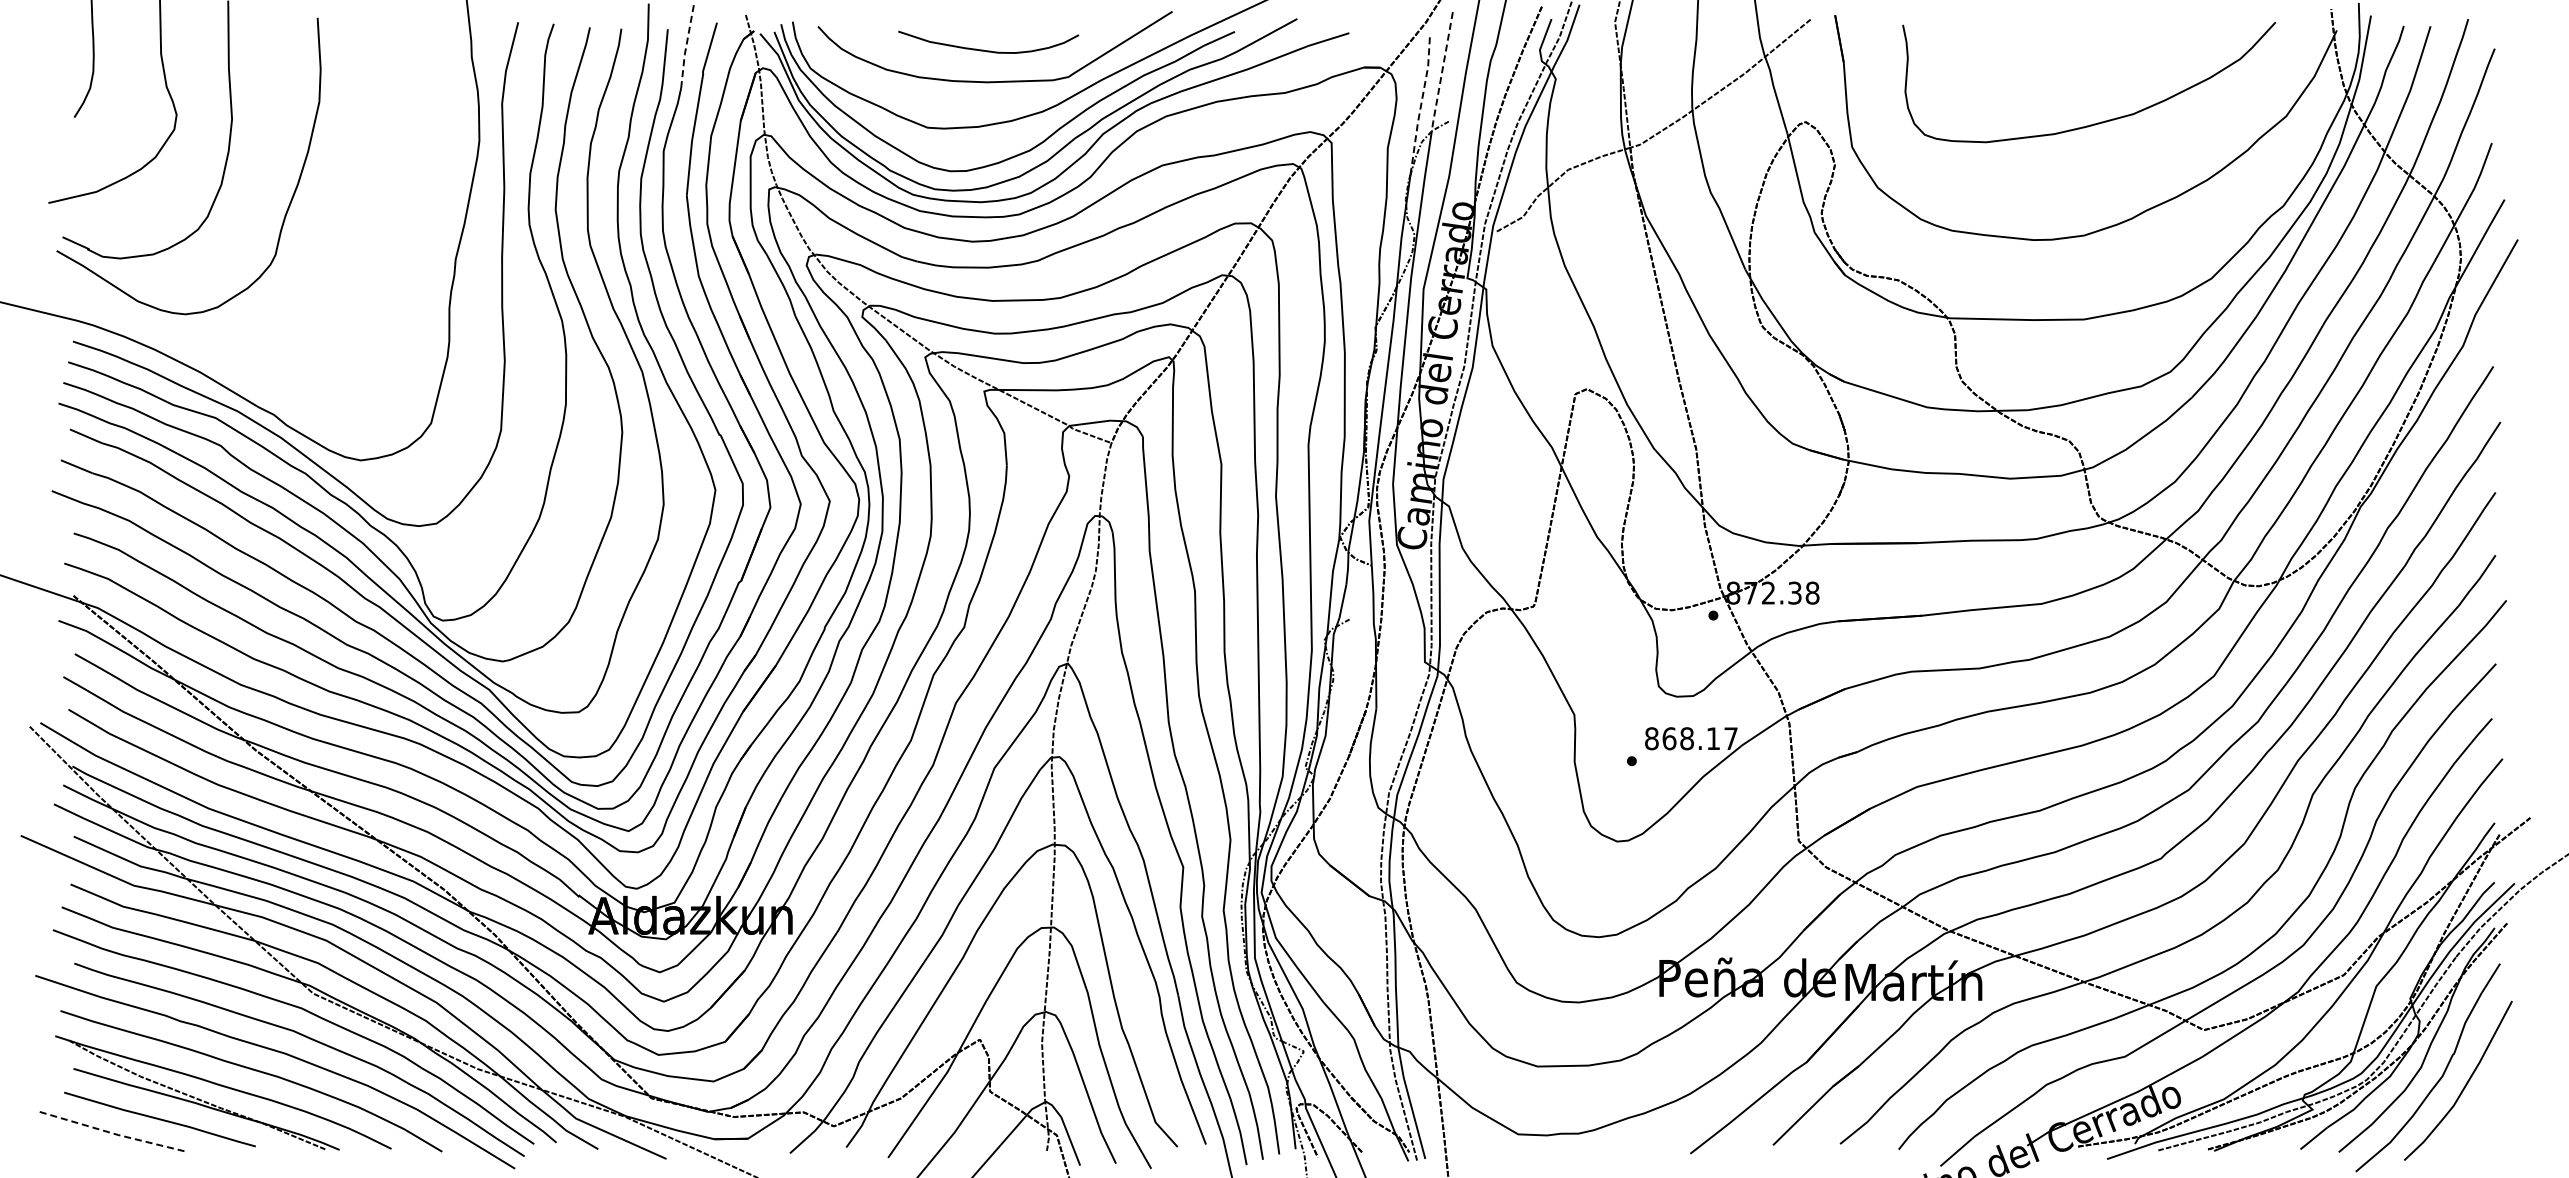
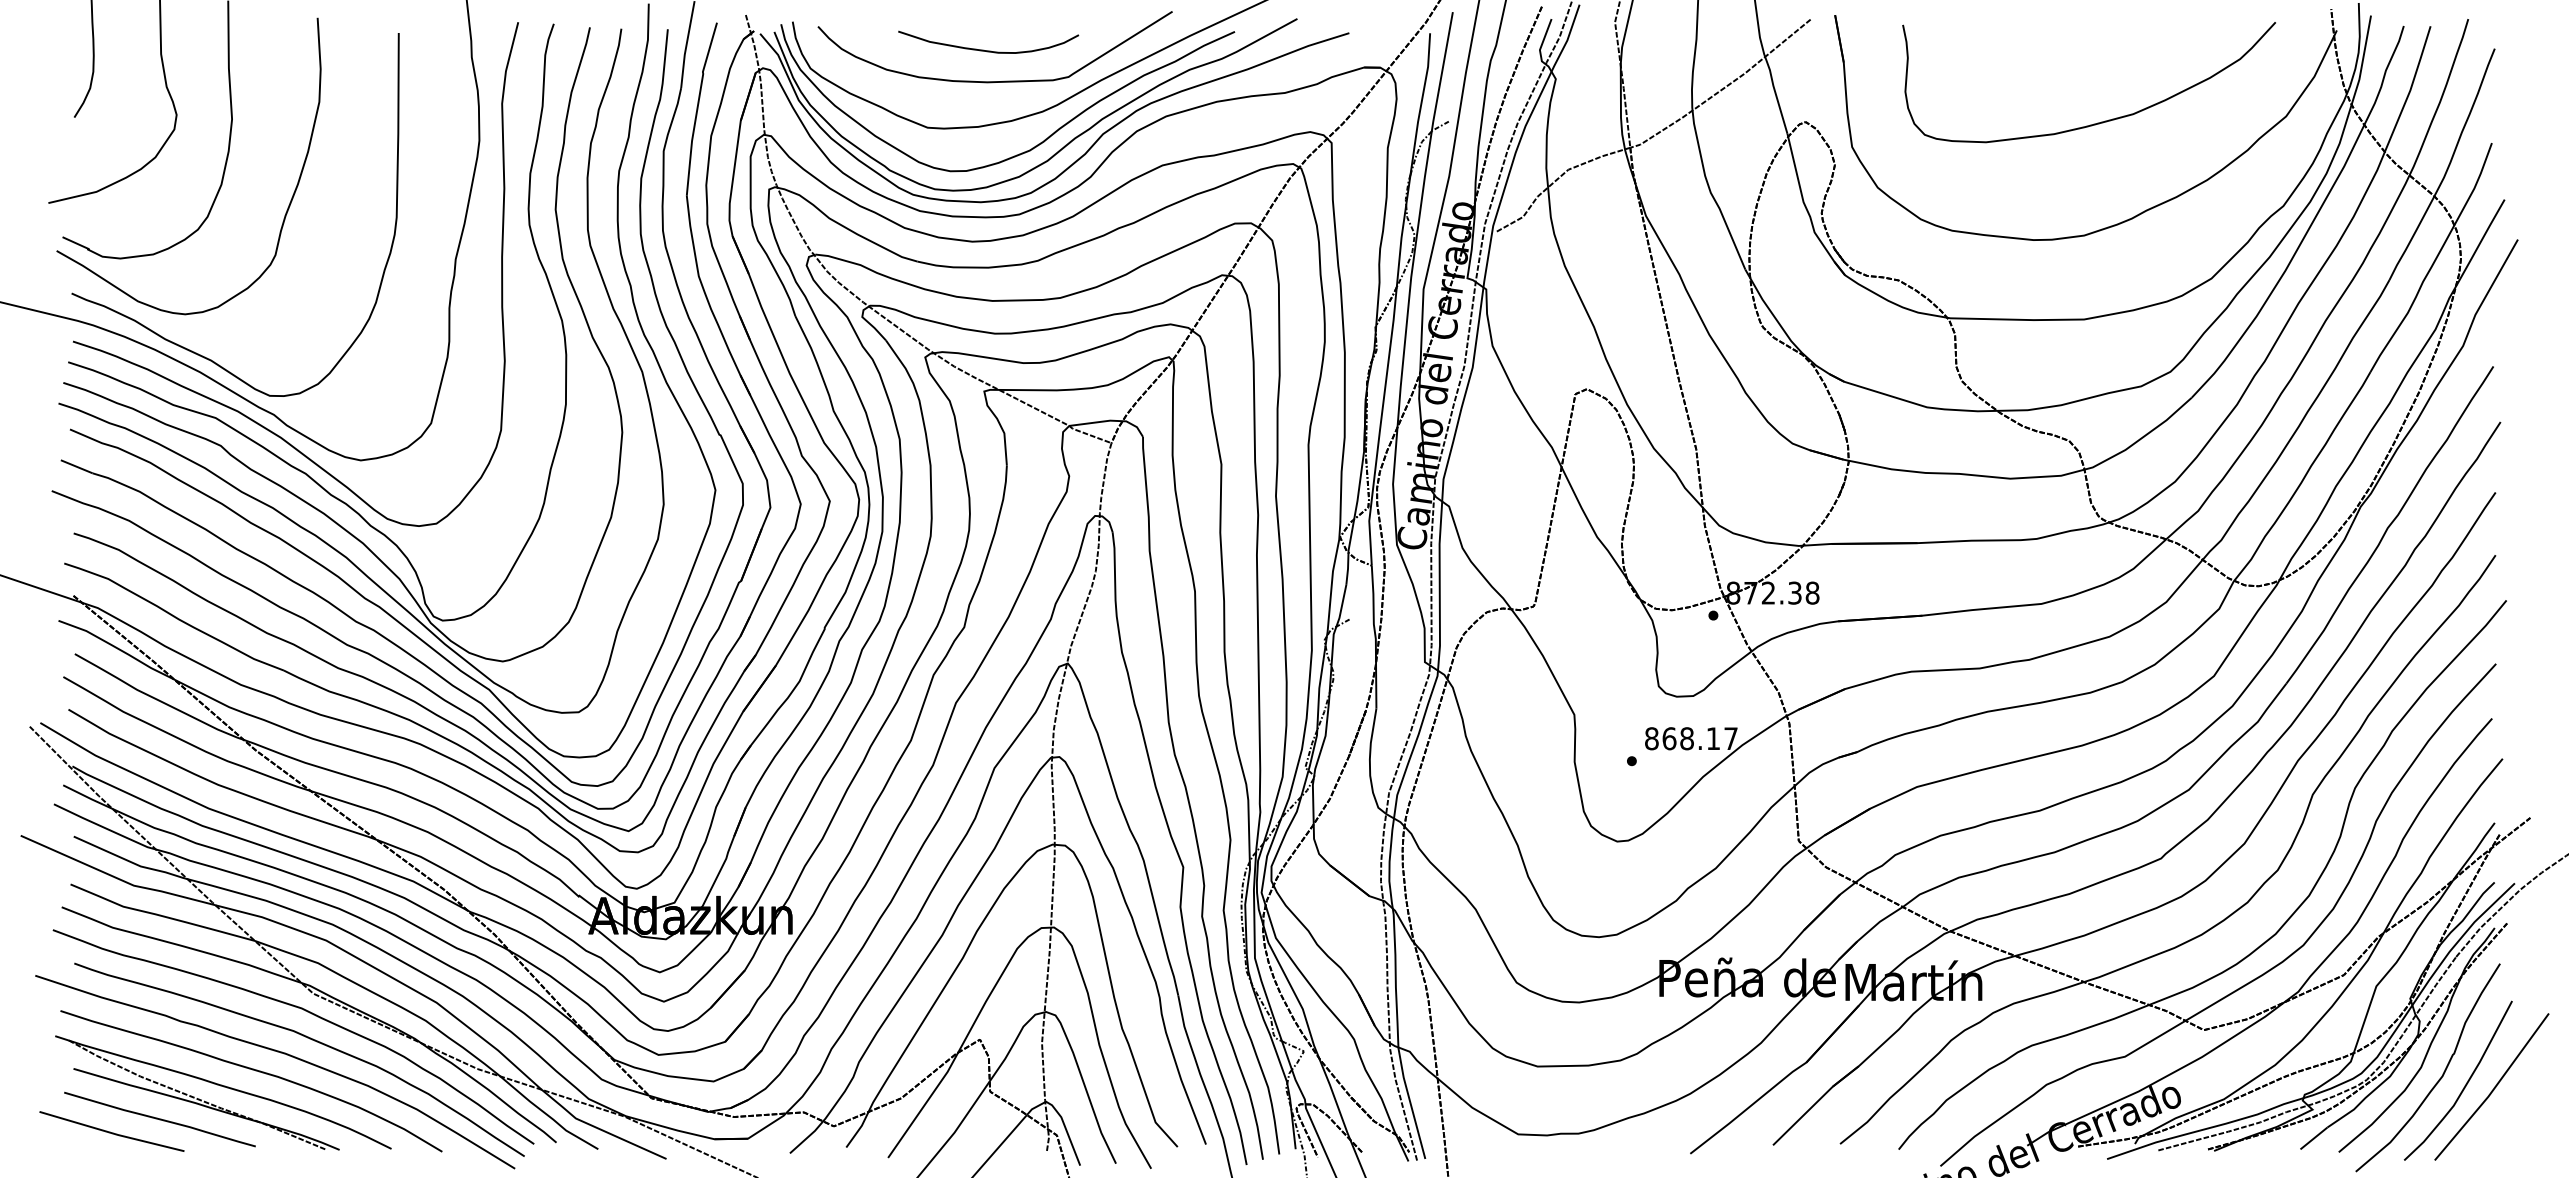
line at (686, 44): dashed -> solid
line at (1442, 72): dashed -> solid
line at (1421, 103): dashed -> solid
curve at (177, 343): none -> present
line at (2493, 1087): none -> present
line at (112, 1133): dashed -> solid
